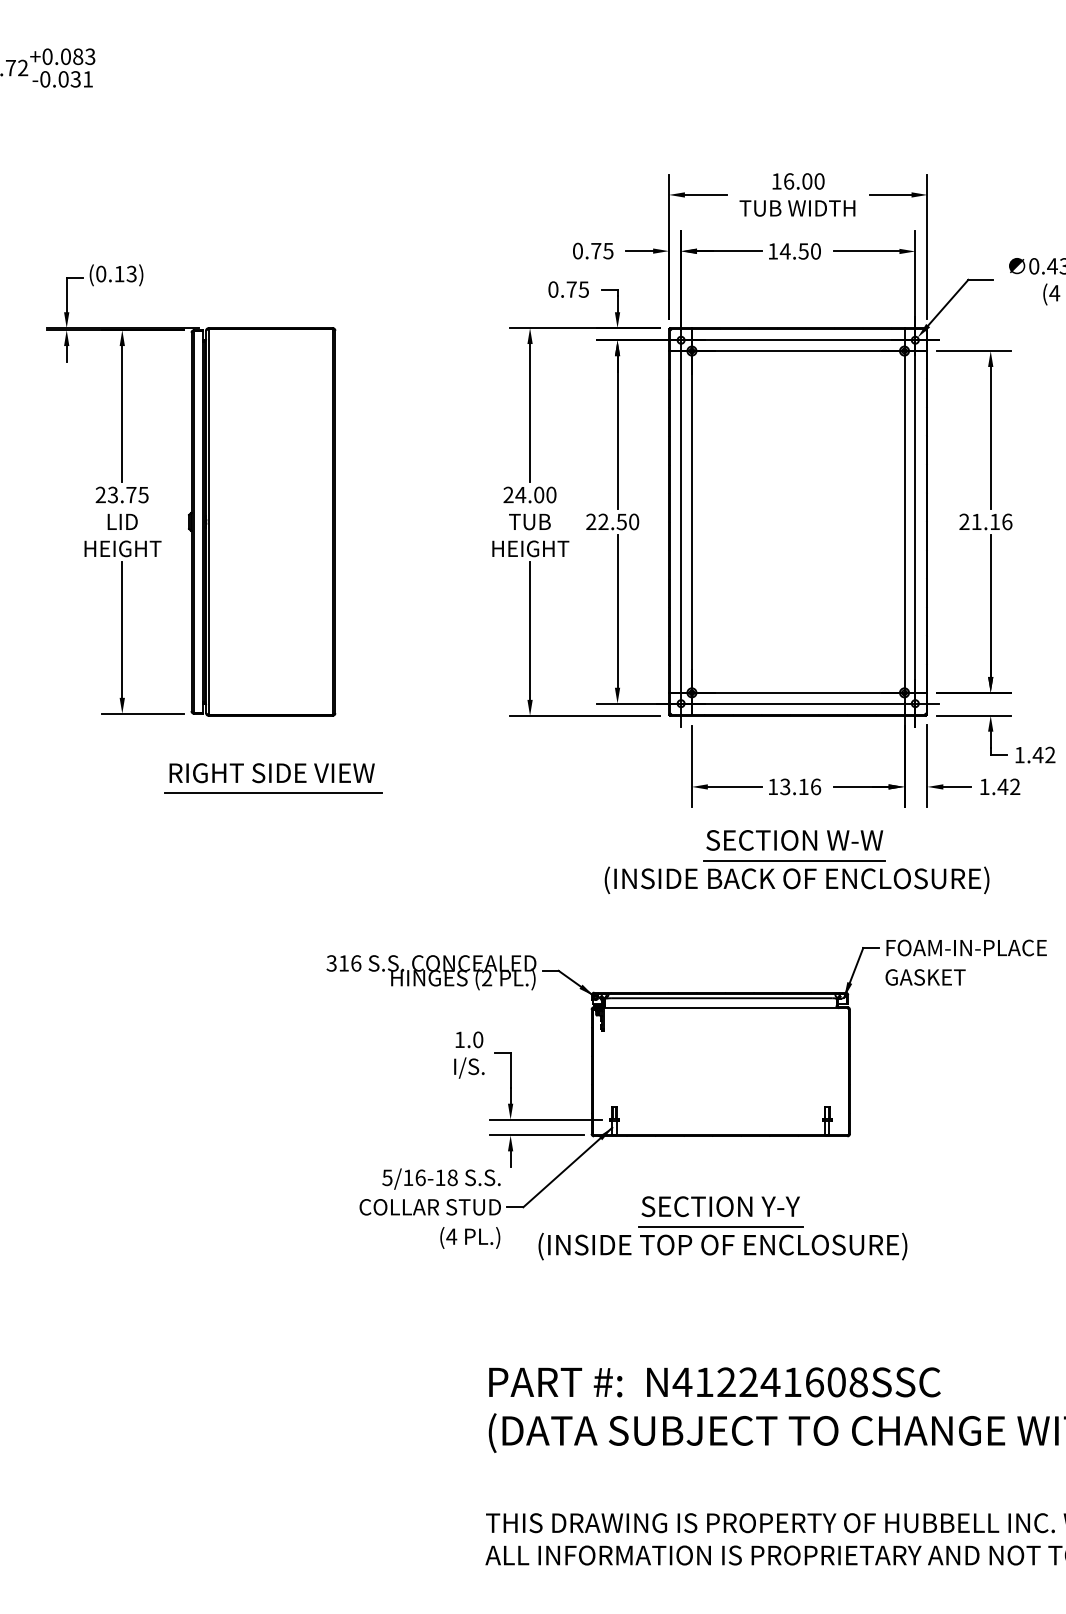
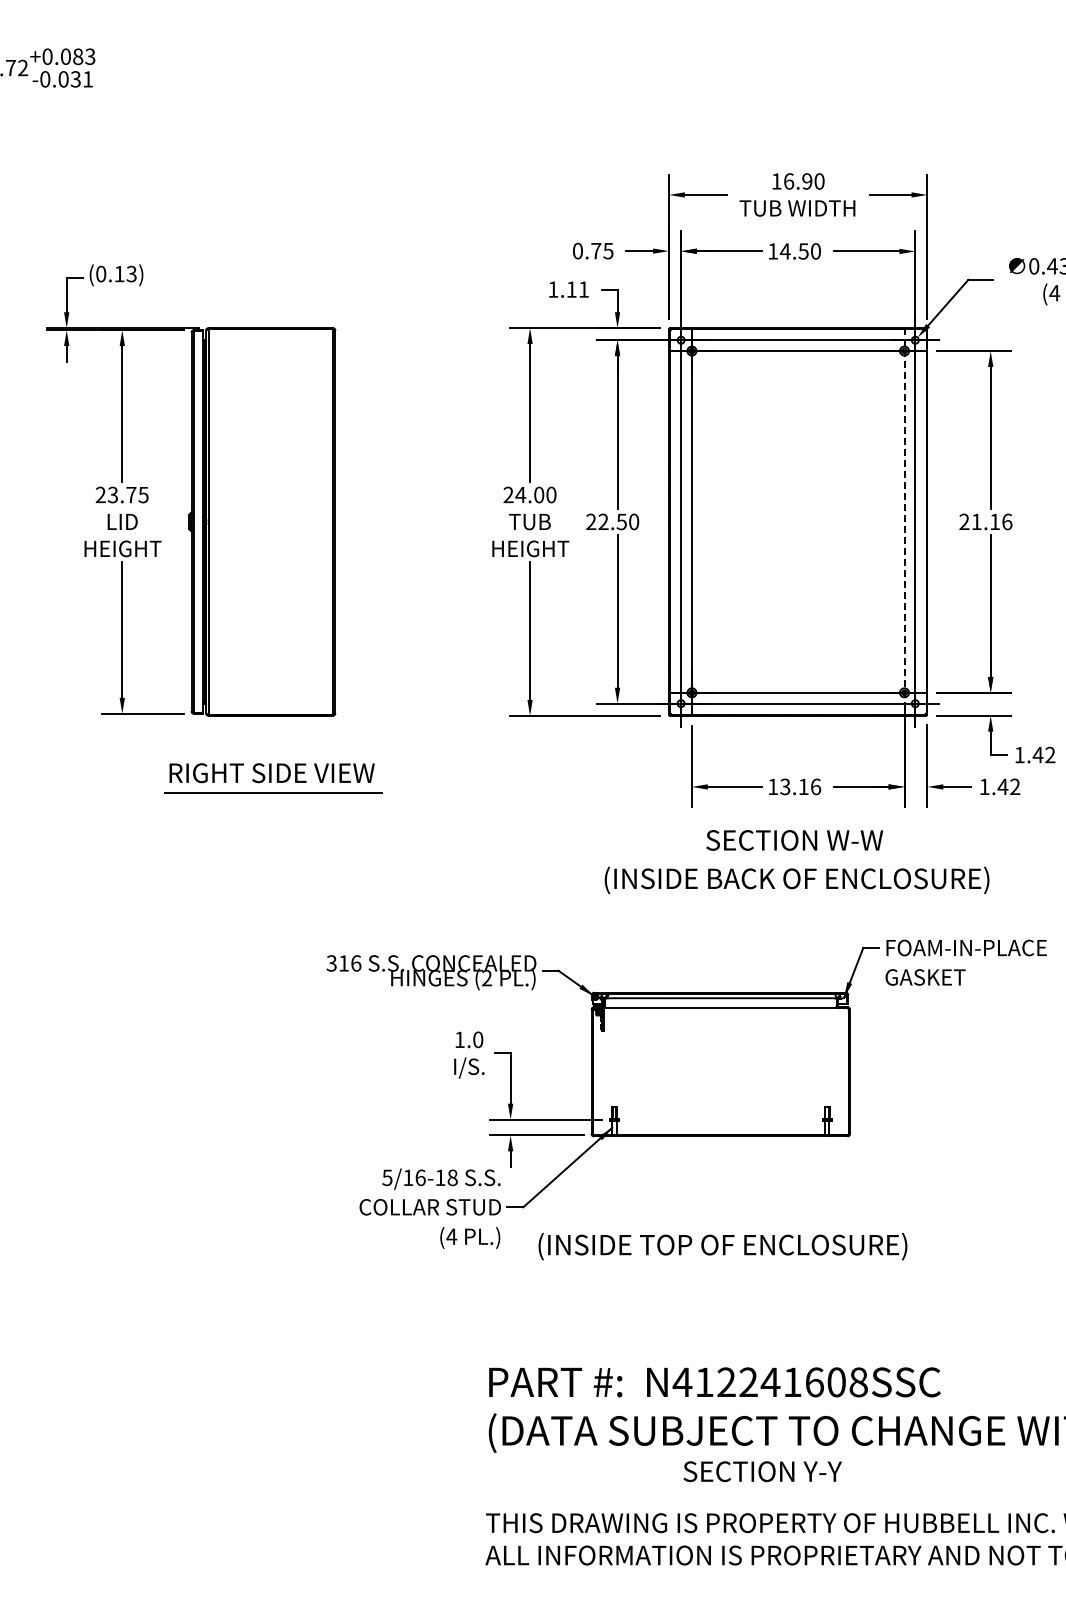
text at (807, 181): 16.00 -> 16.90
text at (568, 289): 0.75 -> 1.11
line at (904, 522): solid -> dashed
line at (794, 860): present -> none
text at (720, 1206) position: (720, 1206) -> (762, 1471)
line at (720, 1227): present -> none
